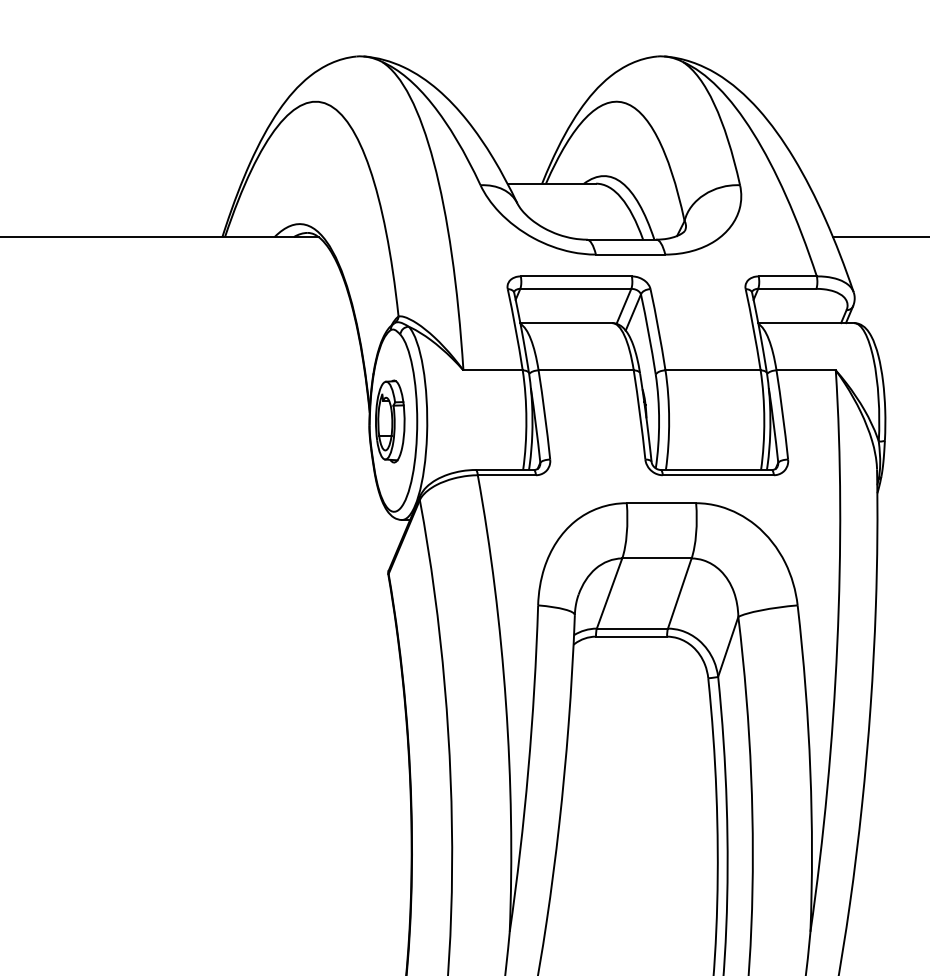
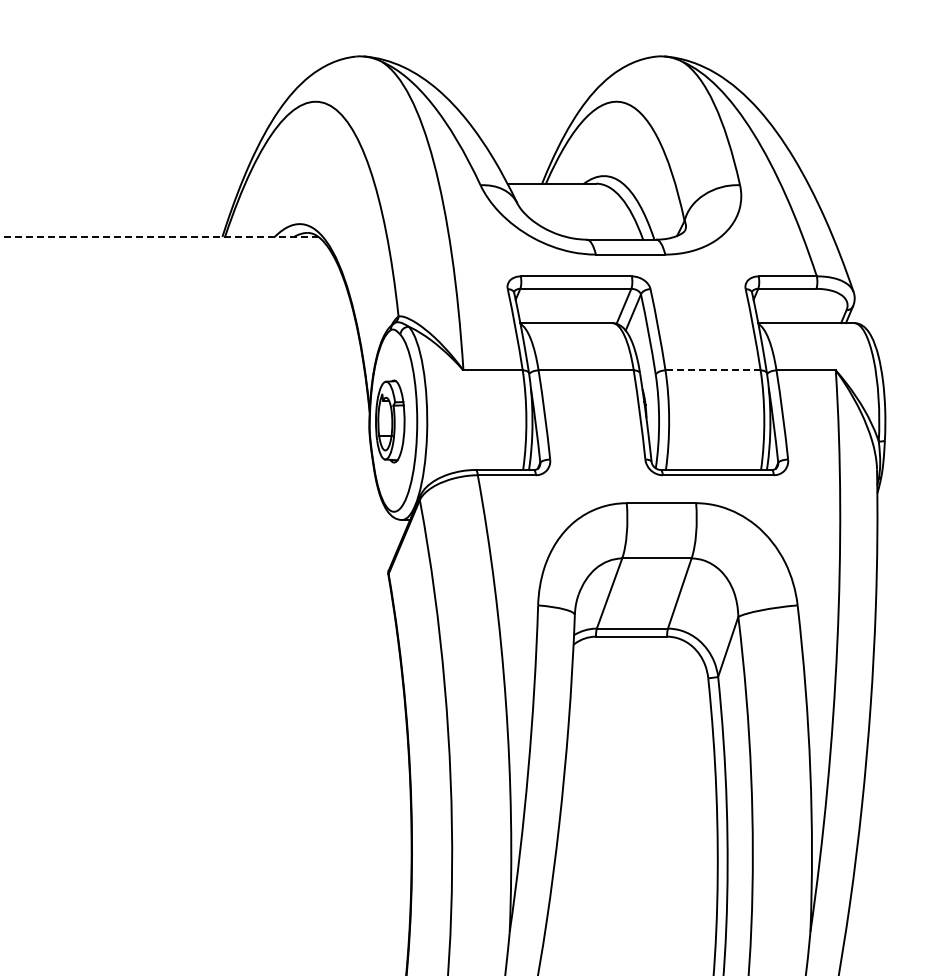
line at (159, 237): solid -> dashed
line at (879, 237): present -> none
line at (713, 370): solid -> dashed
